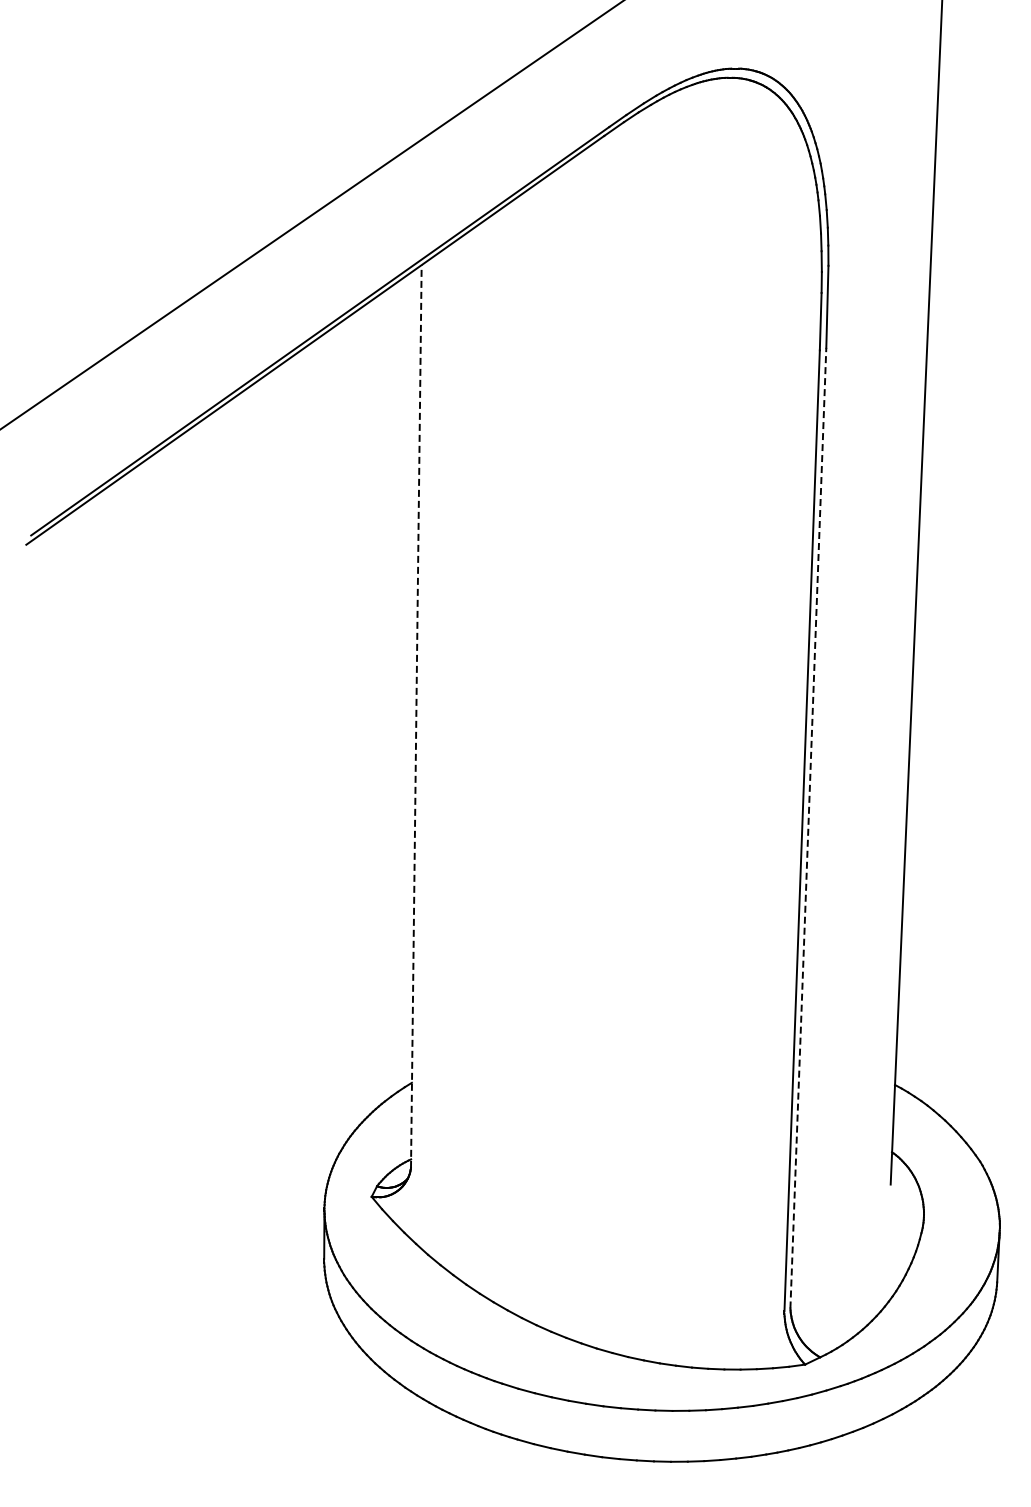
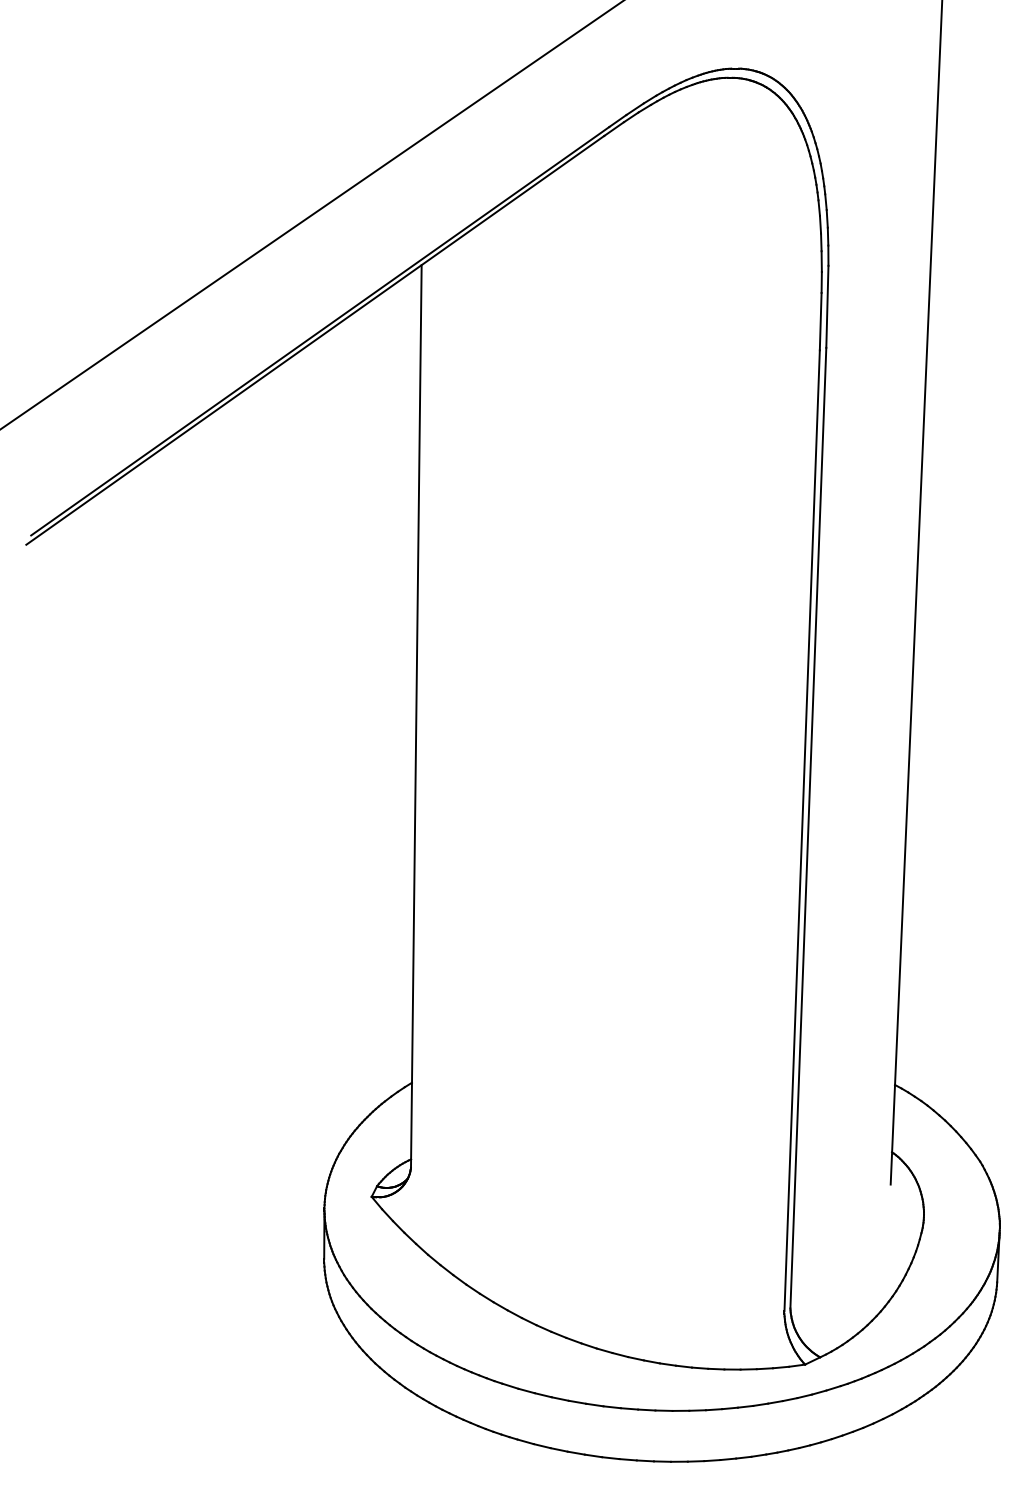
line at (416, 715): dashed -> solid
line at (808, 828): dashed -> solid
